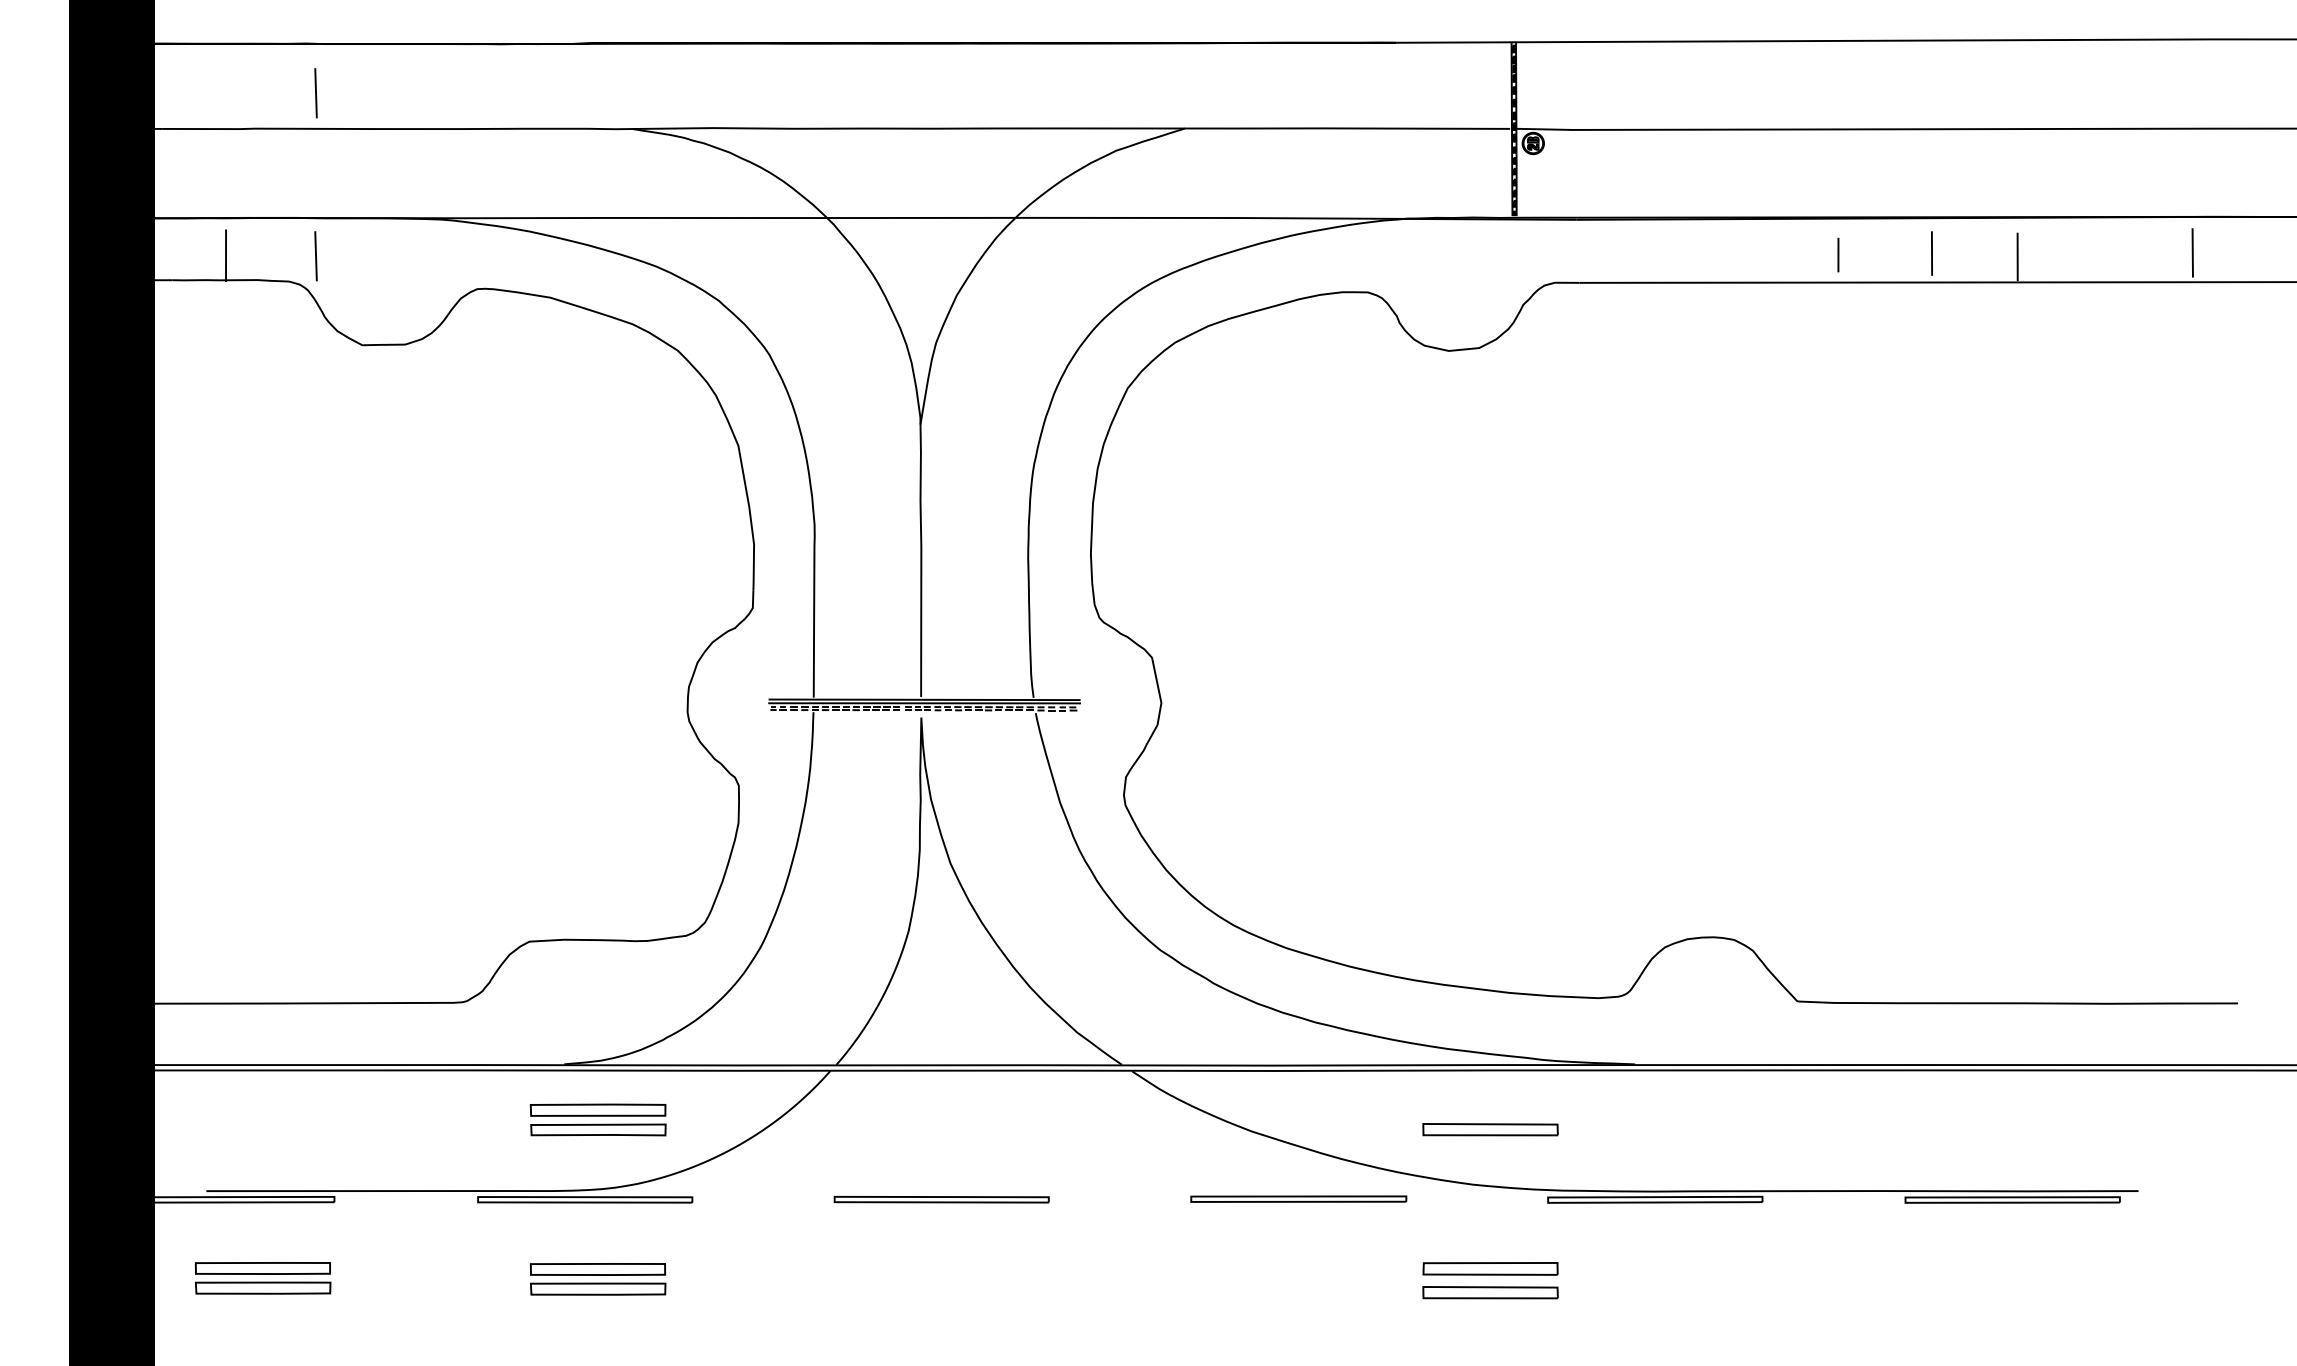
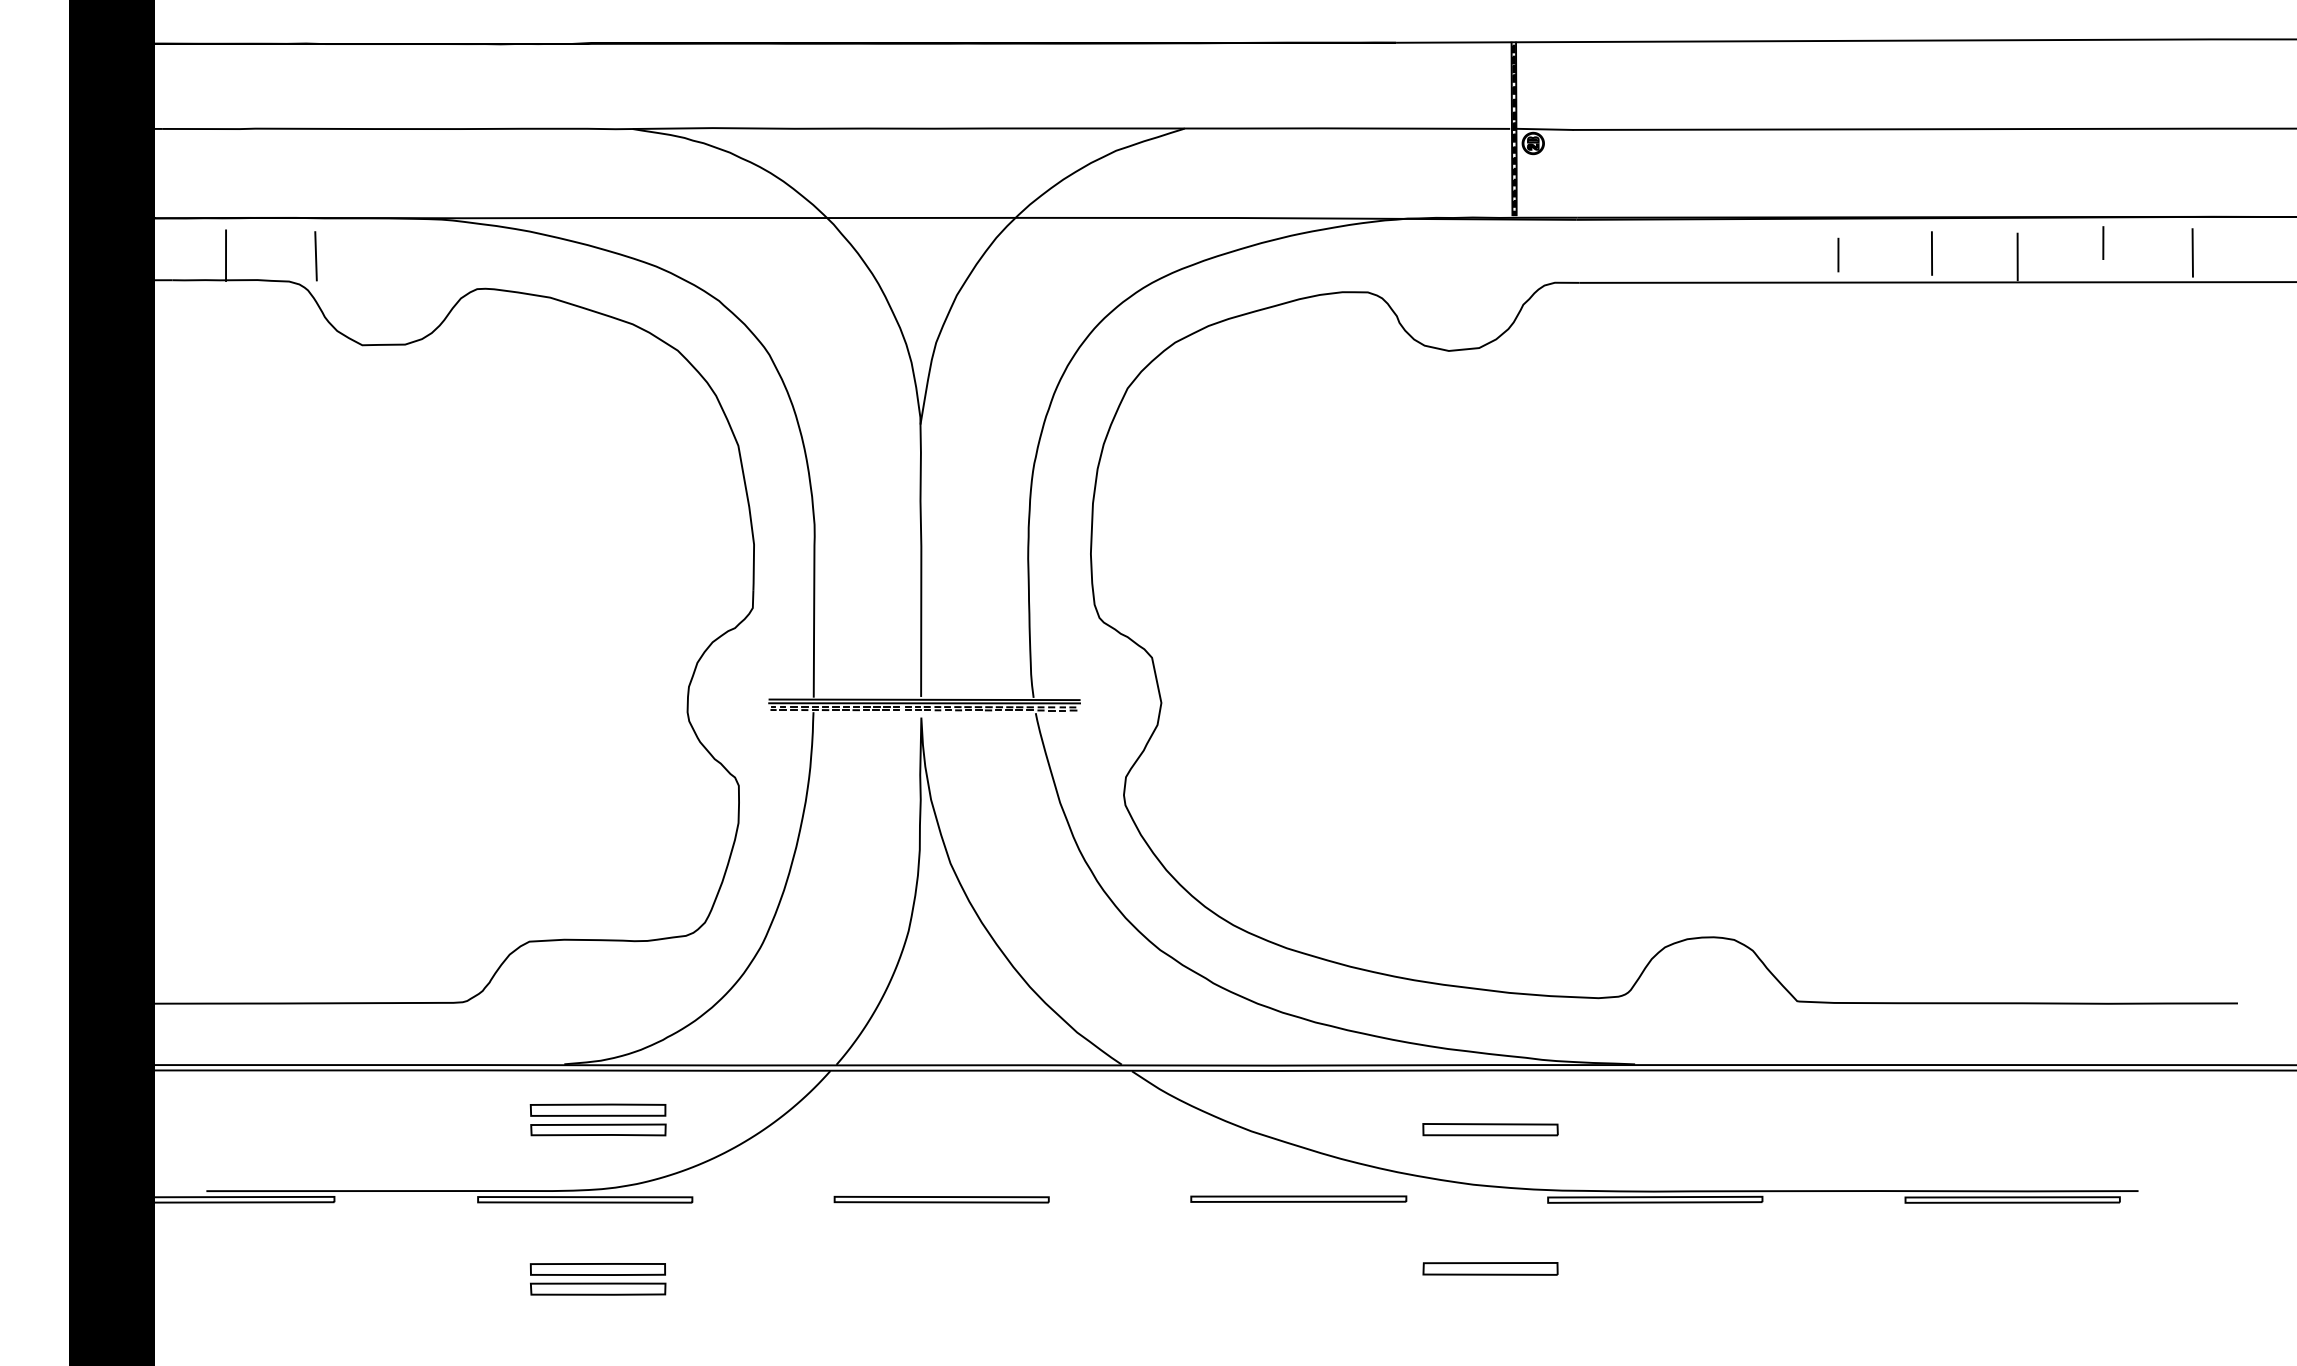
line at (315, 93): present -> none
line at (2103, 243): none -> present
part at (262, 1278): present -> none
part at (1490, 1292): present -> none
